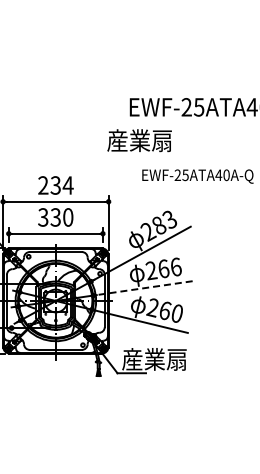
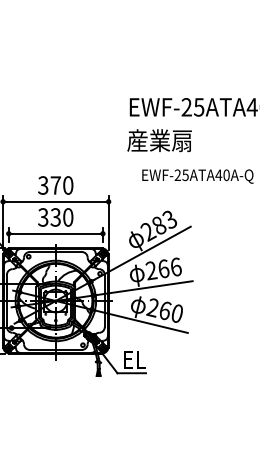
text at (139, 140) position: (139, 140) -> (159, 140)
text at (55, 185): 234 -> 370
line at (144, 288): dashed -> solid
text at (154, 359): 産業扇 -> EL
